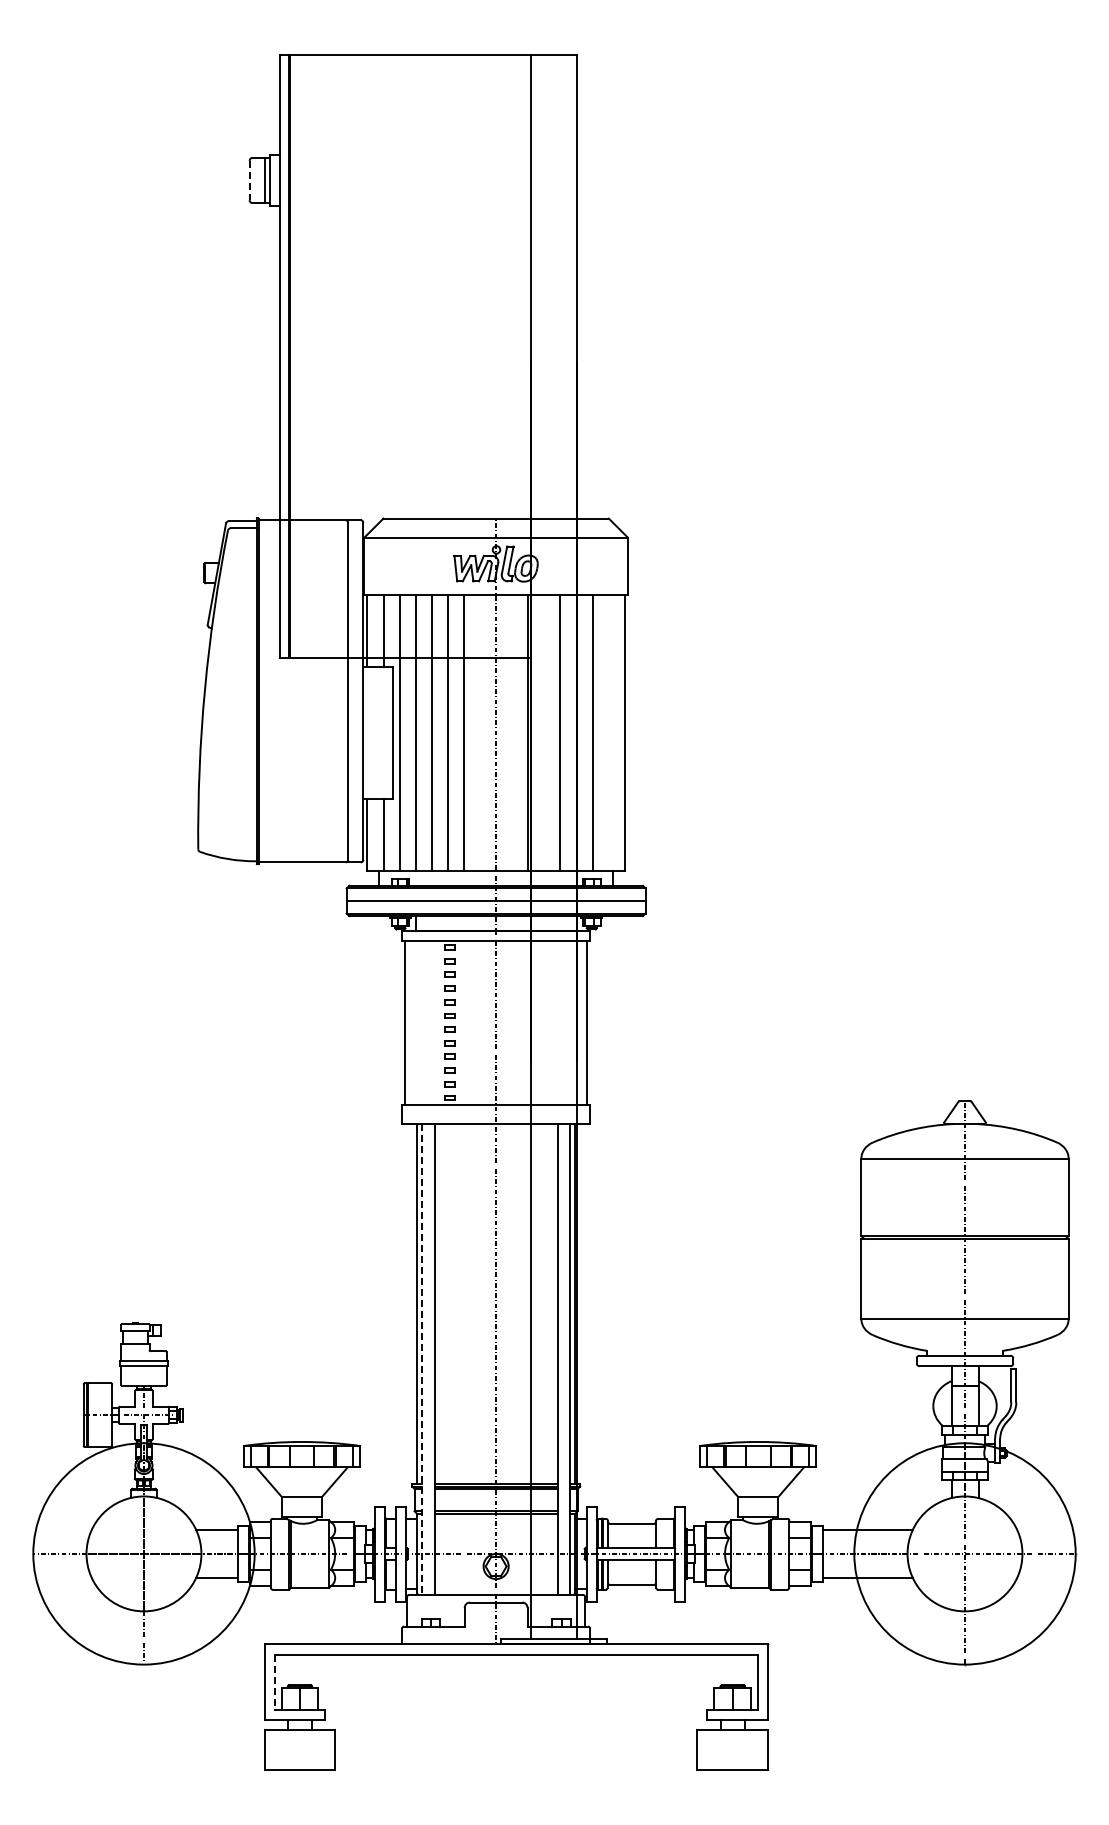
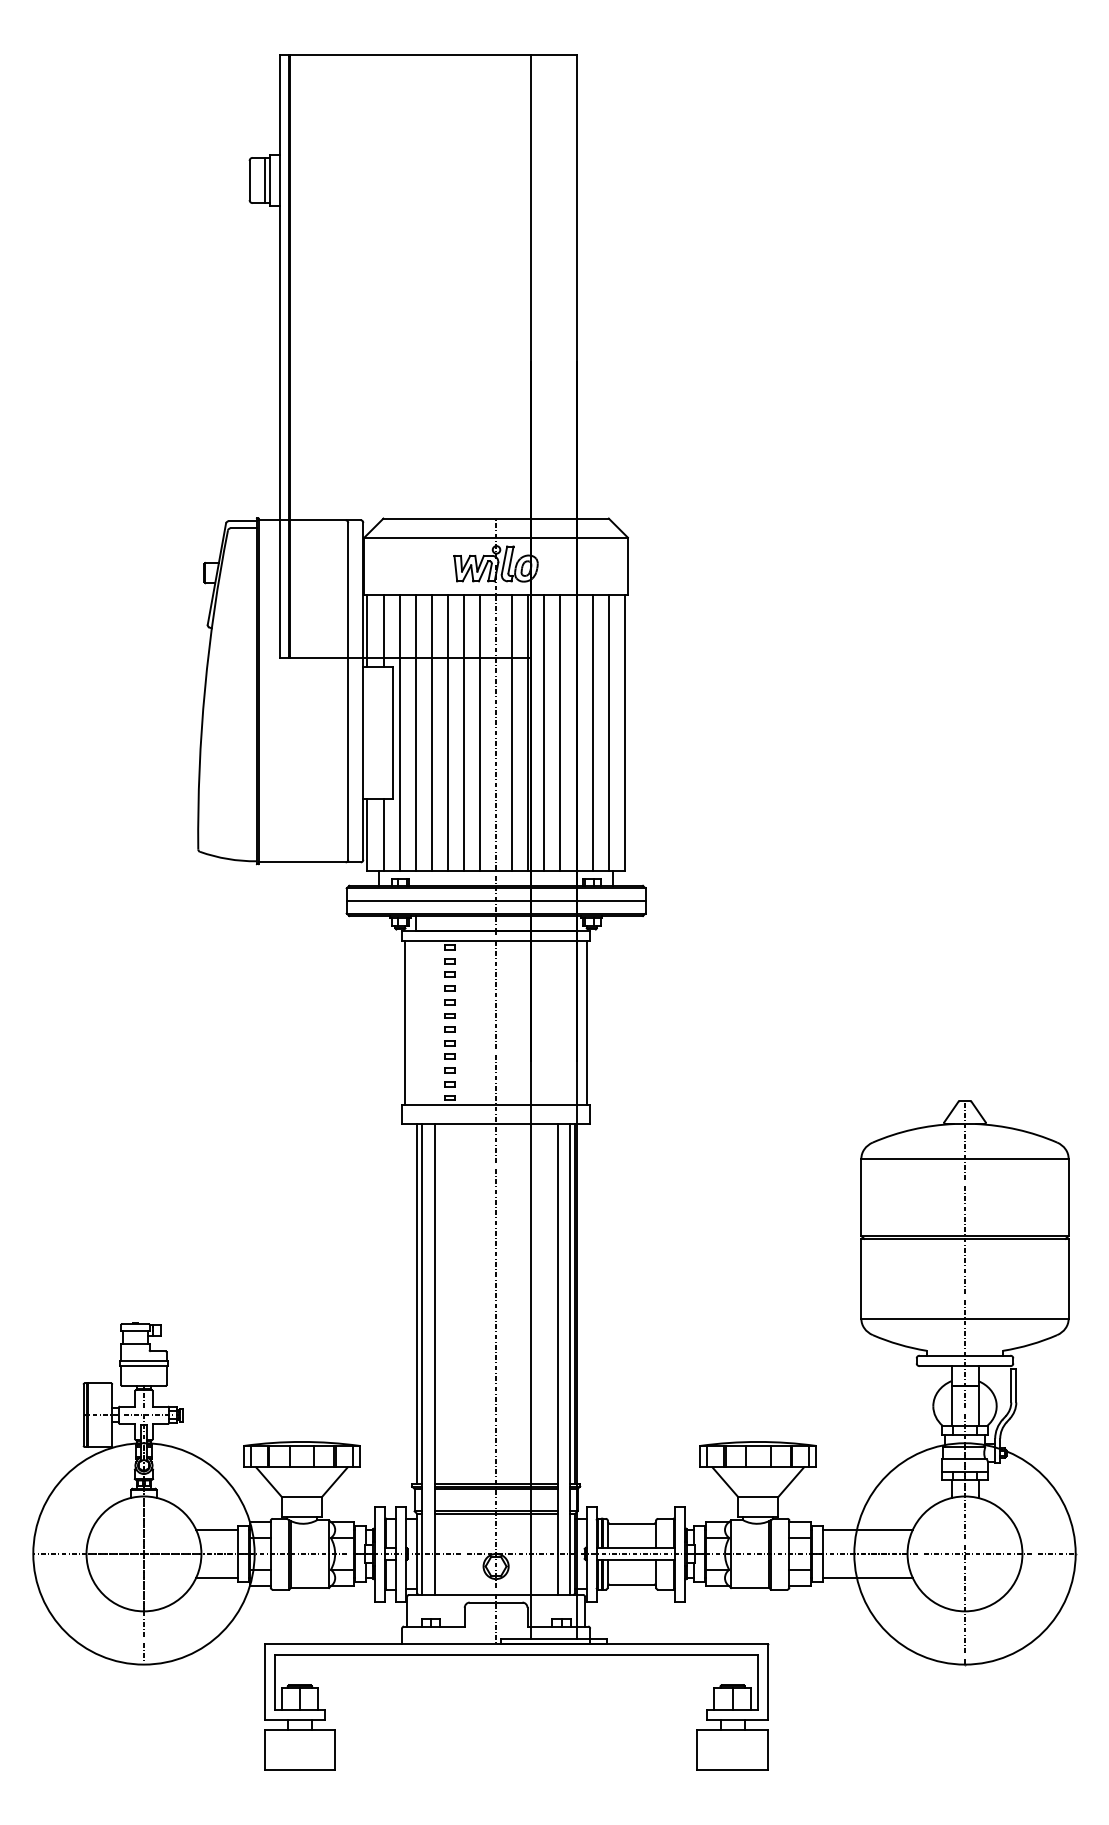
line at (249, 180): dashed -> solid
line at (480, 732): none -> present
line at (512, 732): none -> present
line at (544, 732): none -> present
line at (608, 732): none -> present
line at (422, 1359): dashed -> solid
line at (274, 1682): dashed -> solid
